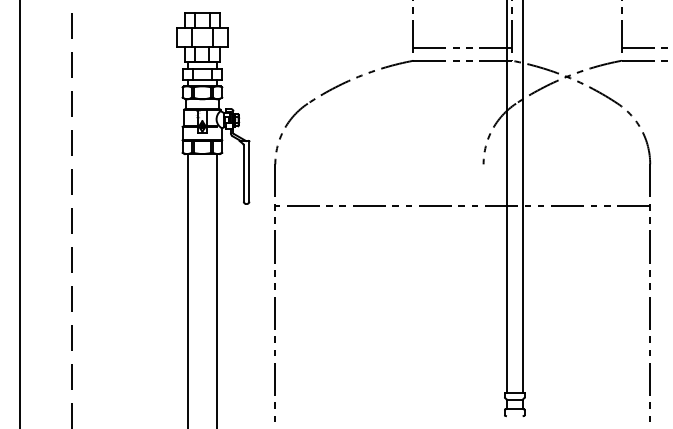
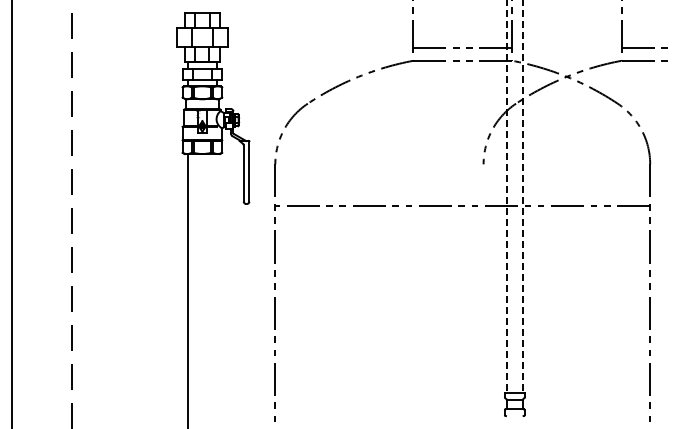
line at (506, 196): solid -> dashed
line at (522, 196): solid -> dashed
line at (20, 213) position: (20, 213) -> (12, 213)
line at (216, 289): present -> none
